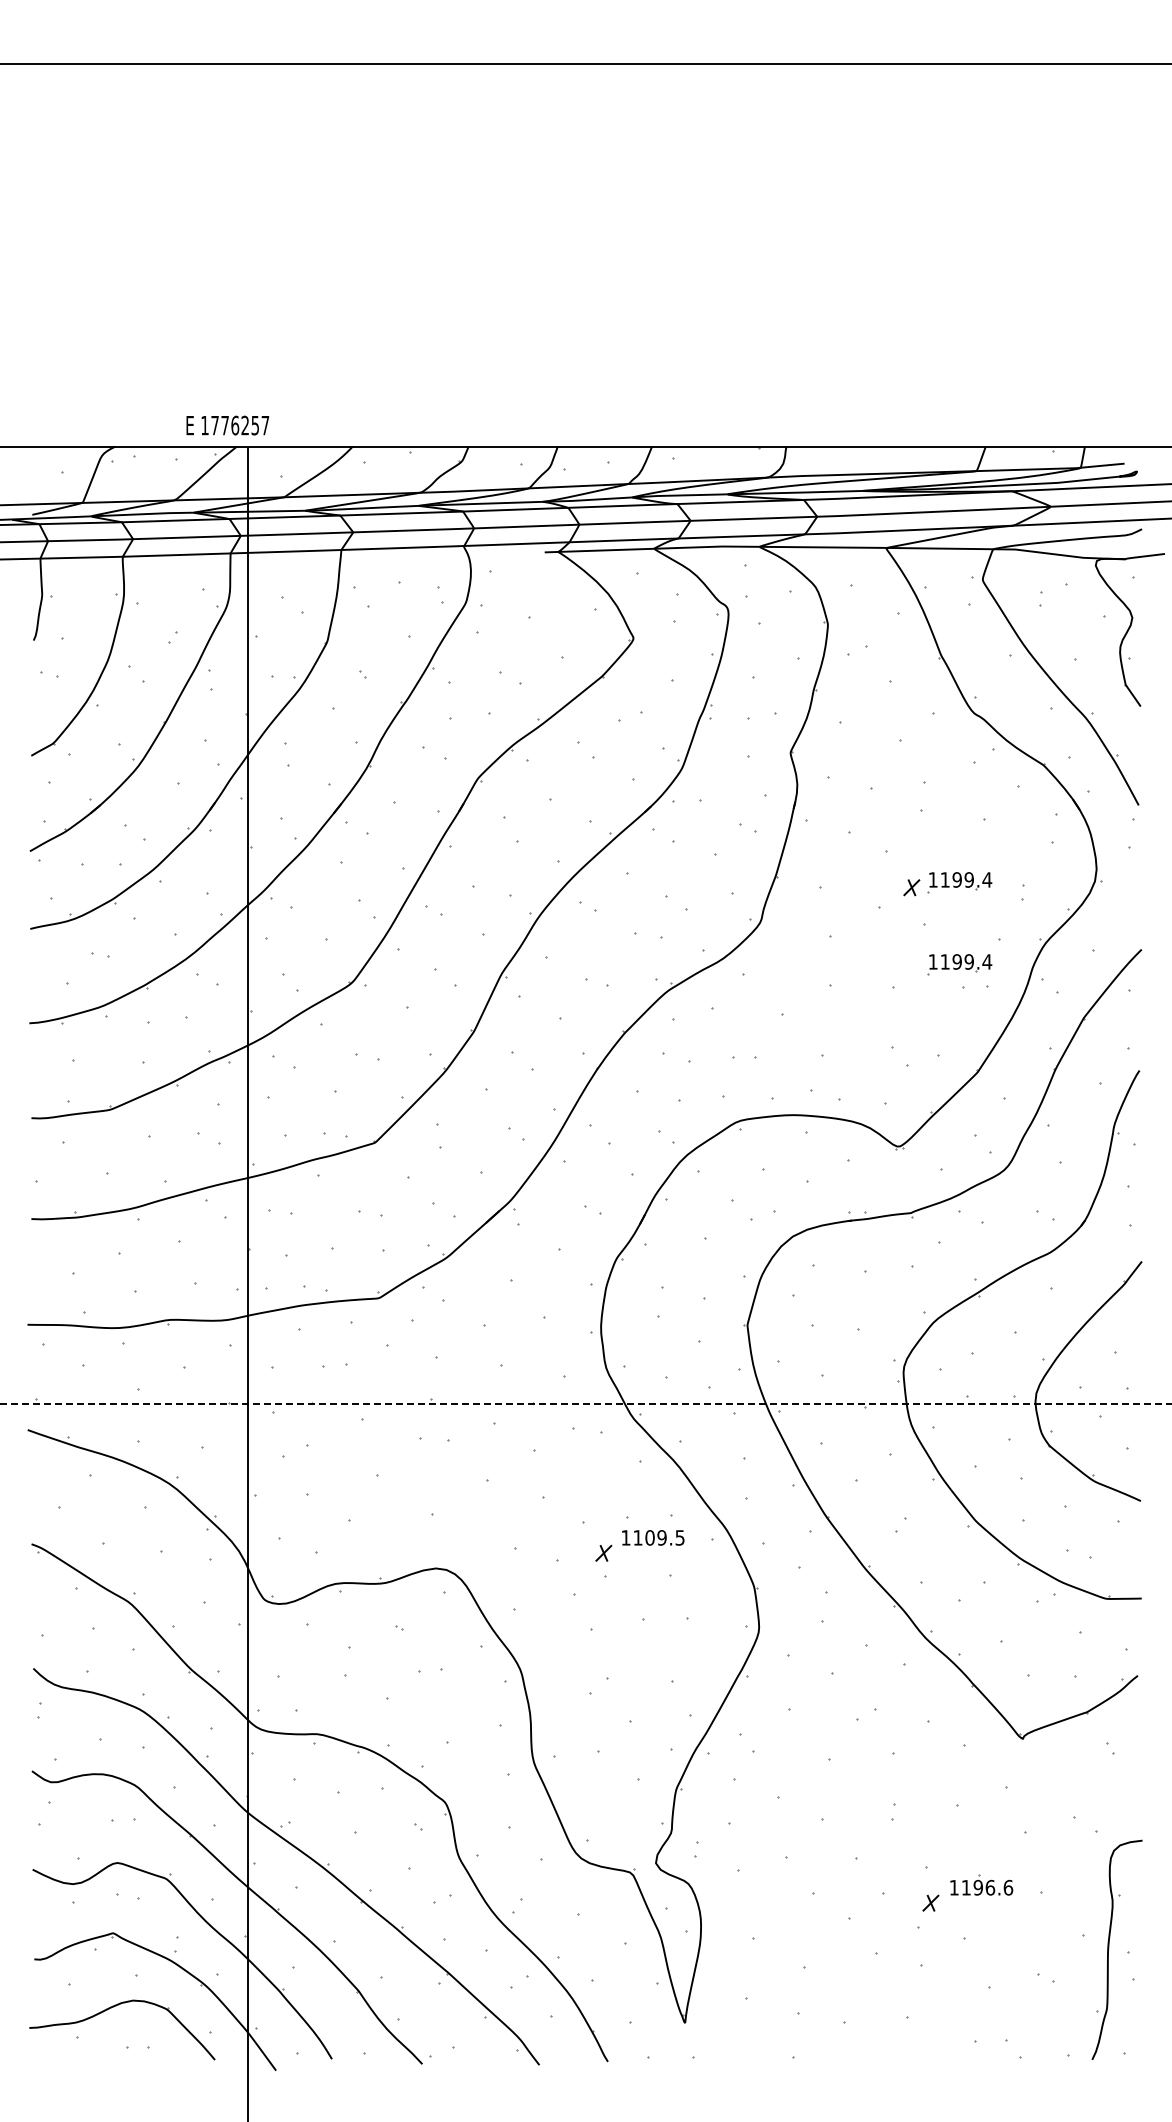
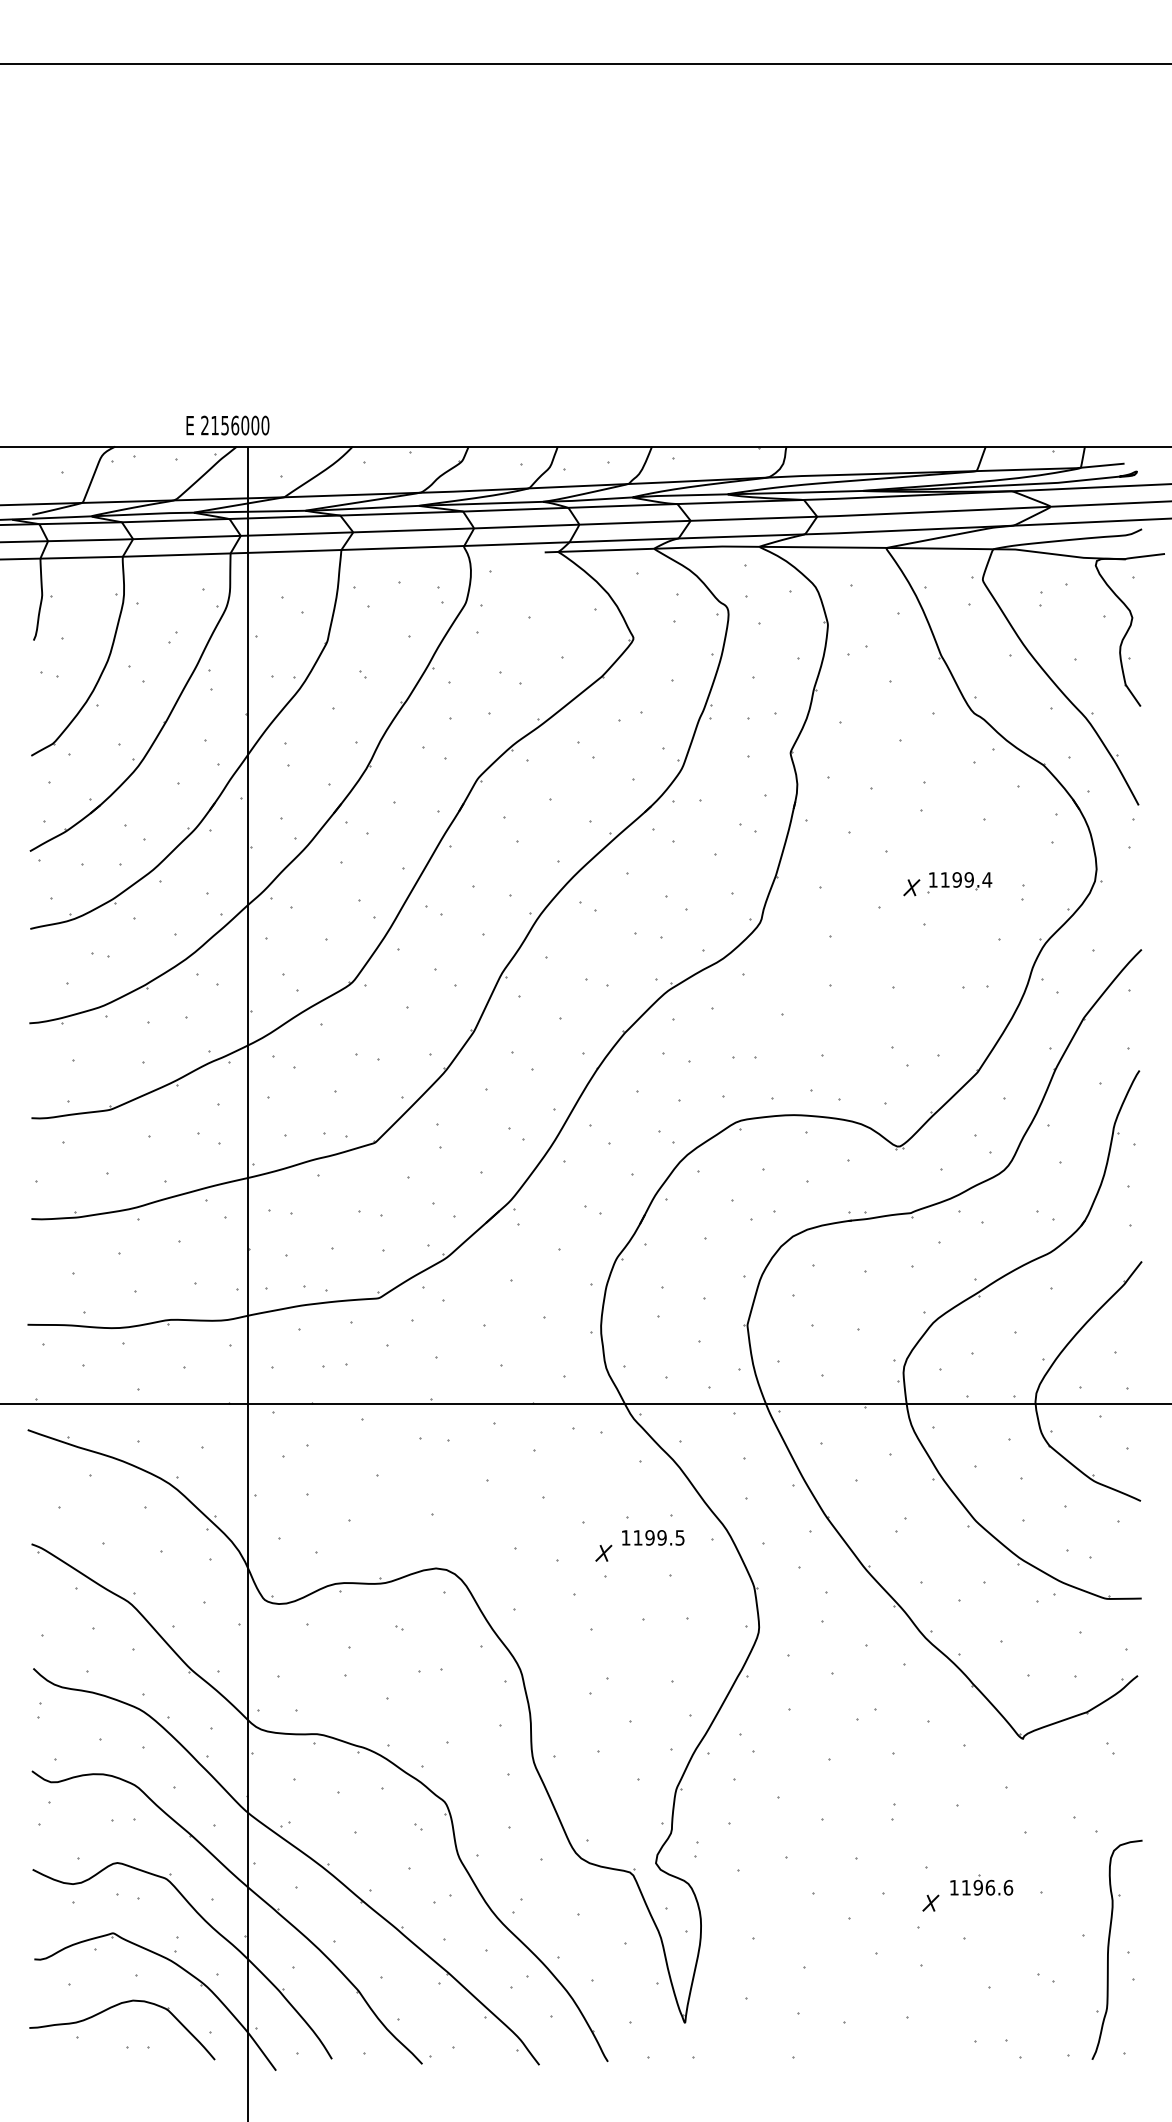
text at (235, 425): 1776257 -> 2156000
part at (959, 964): present -> none
line at (585, 1404): dashed -> solid
text at (649, 1537): 1109.5 -> 1199.5
